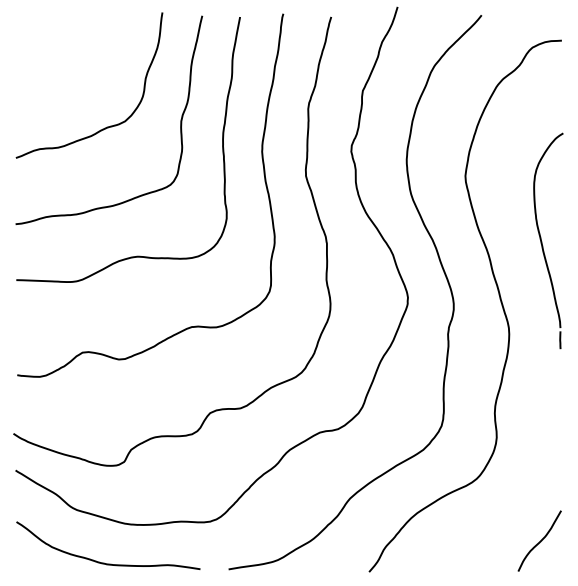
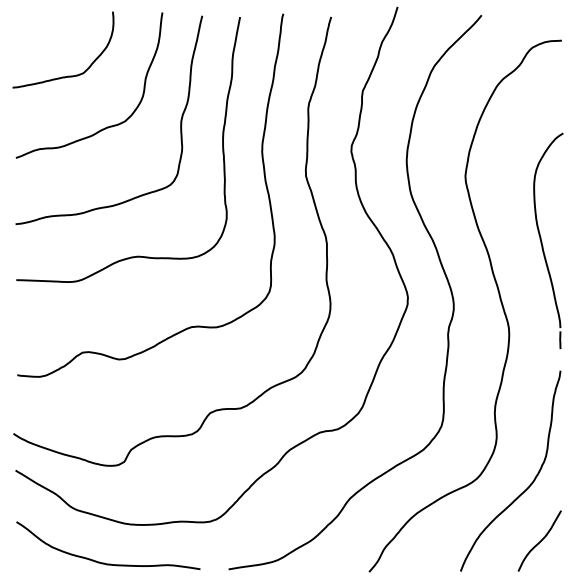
curve at (68, 75): none -> present
curve at (529, 484): none -> present
